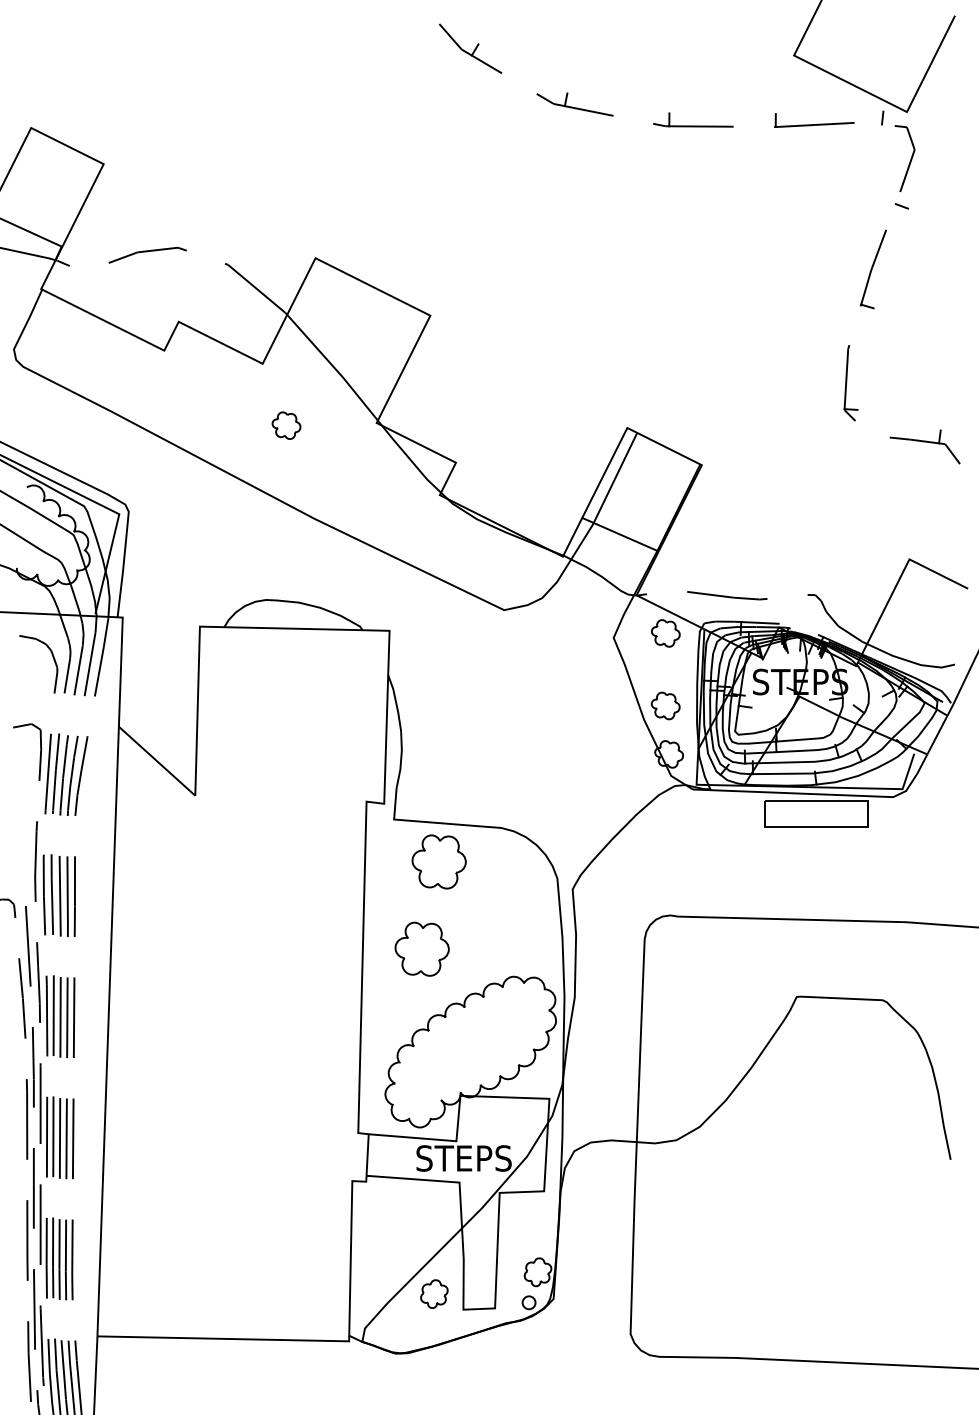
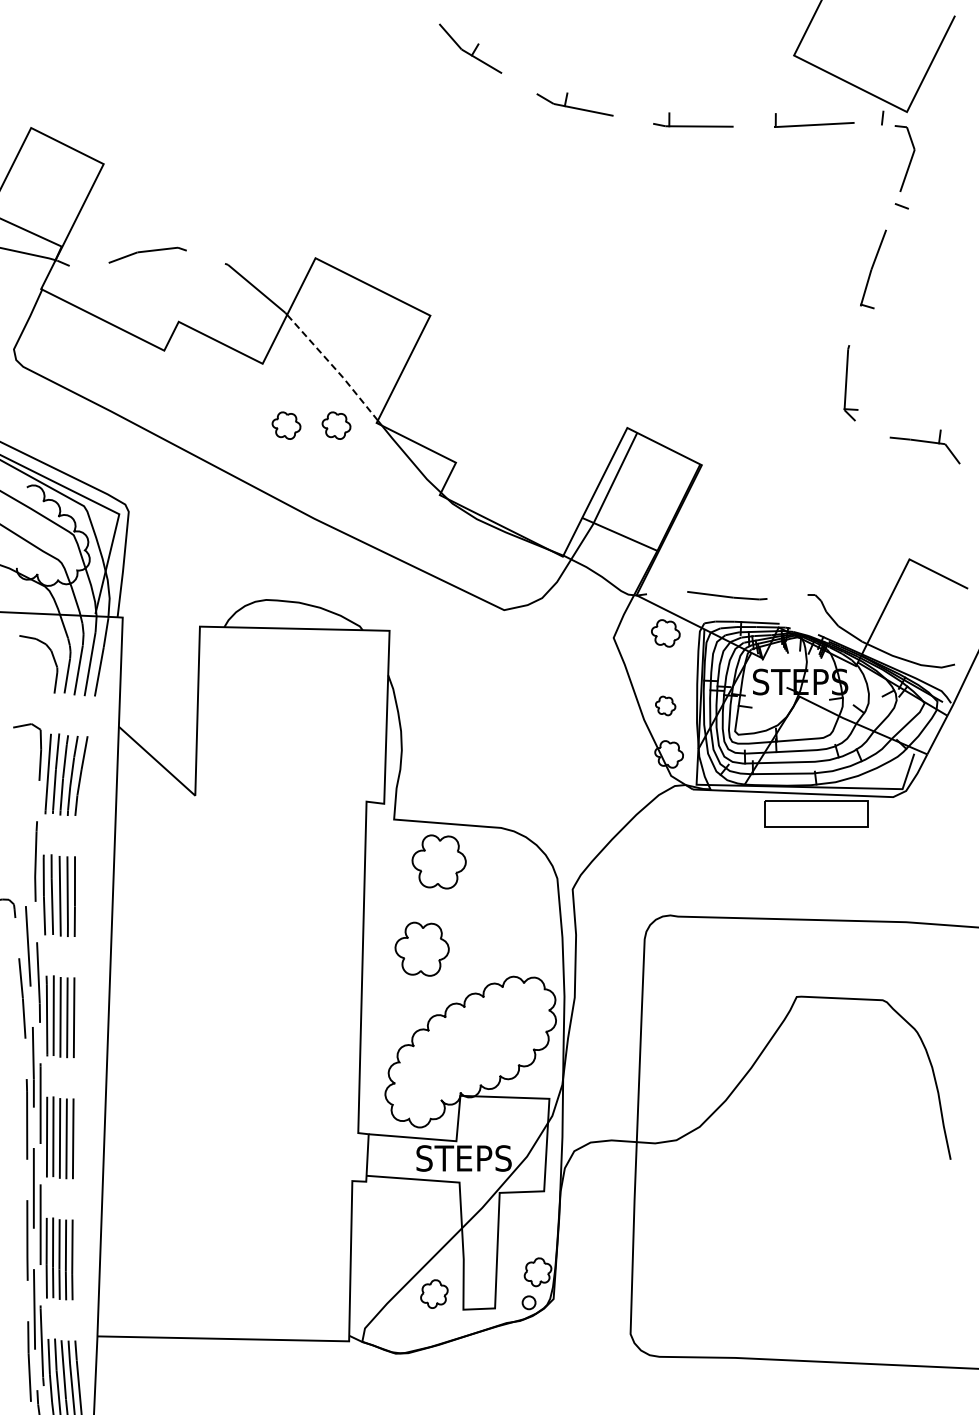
line at (333, 367): solid -> dashed
part at (336, 425): none -> present
part at (665, 705) size: 31x30 px -> 22x22 px
